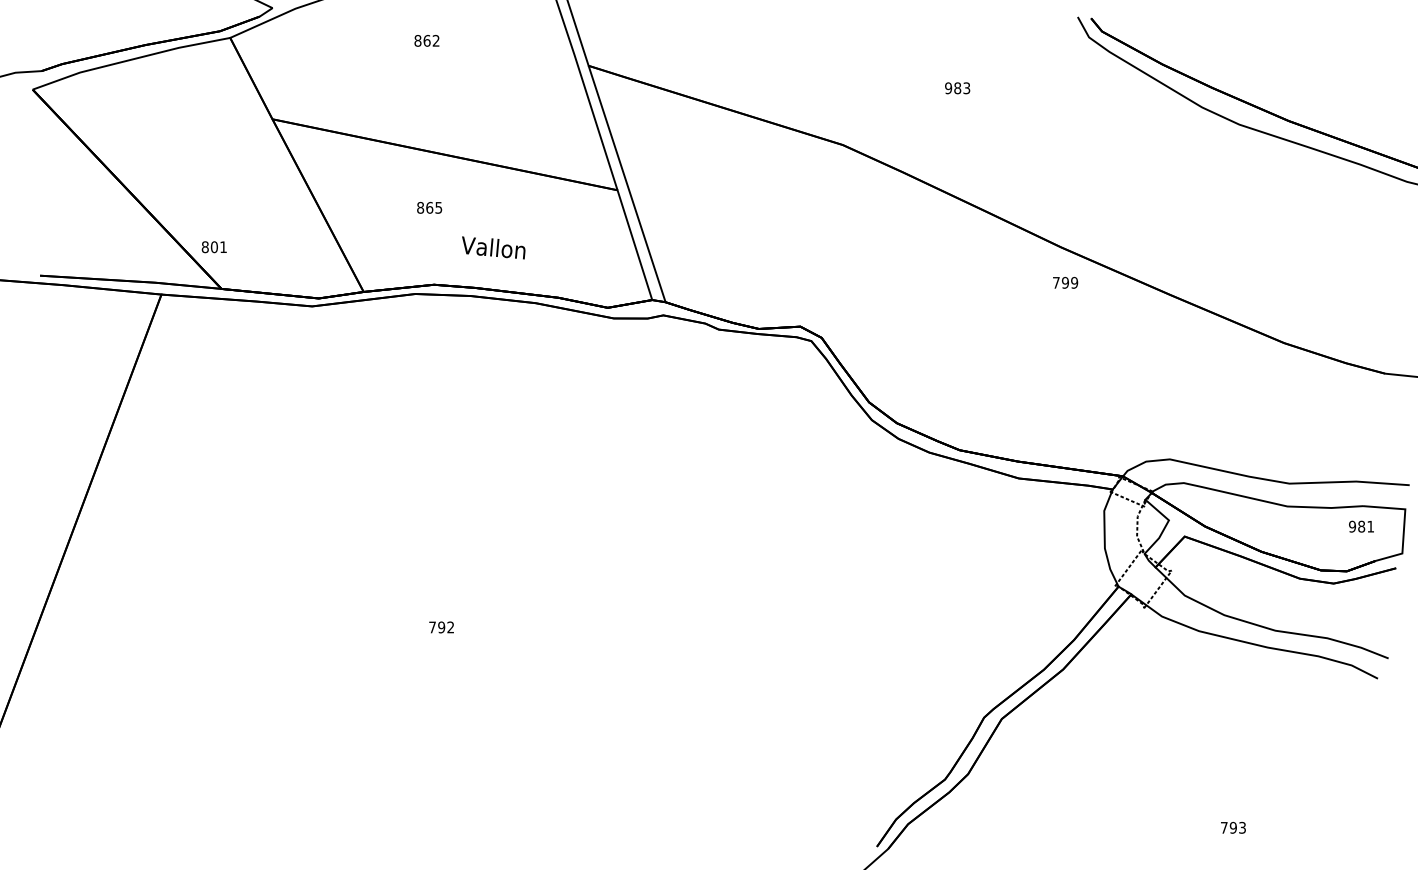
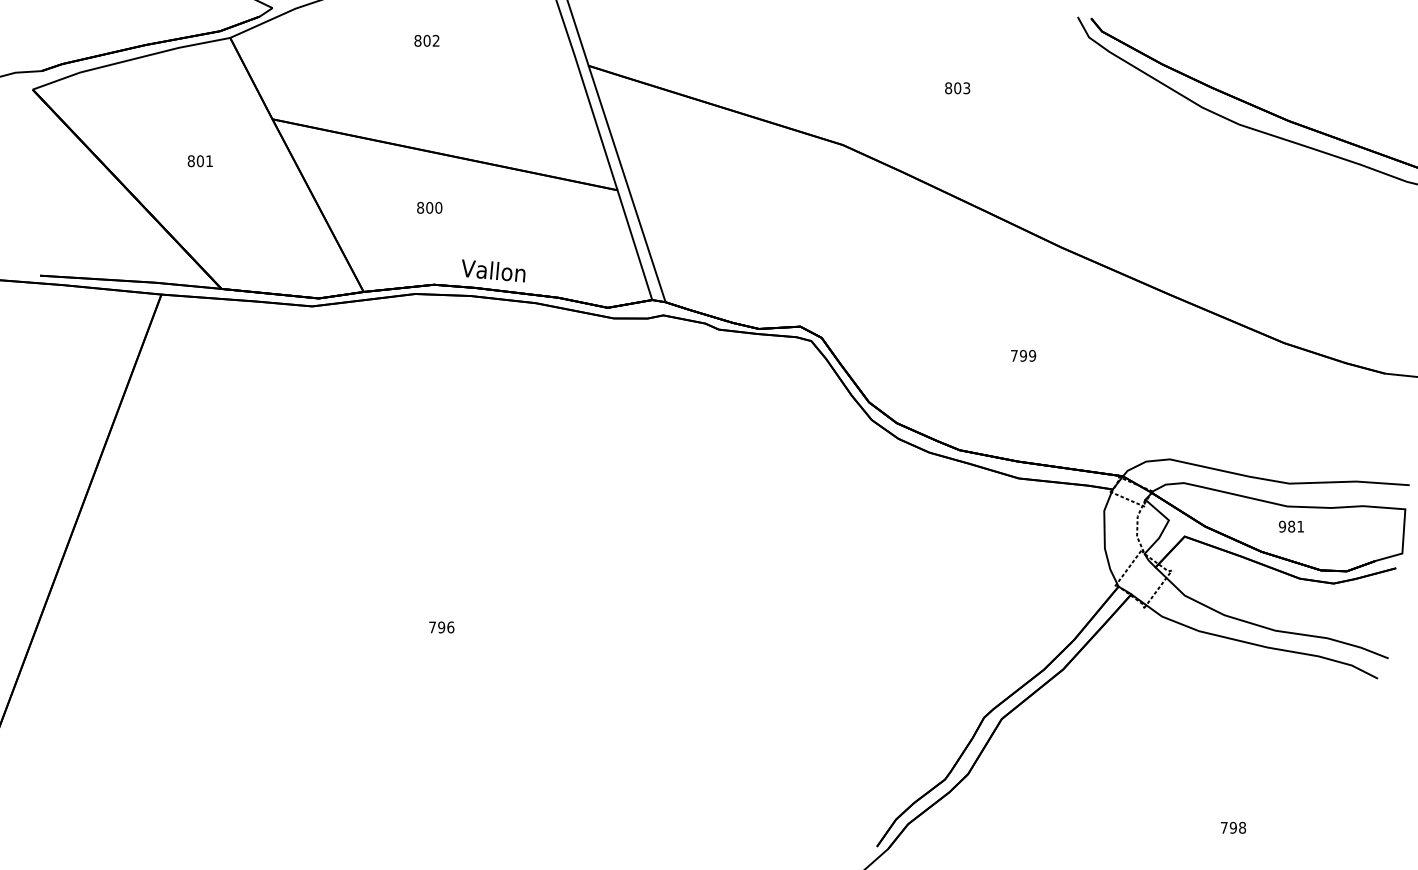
text at (426, 40): 862 -> 802
text at (953, 88): 983 -> 803
text at (434, 207): 865 -> 800
text at (213, 247) position: (213, 247) -> (199, 161)
text at (493, 247) position: (493, 247) -> (493, 270)
text at (1065, 282) position: (1065, 282) -> (1023, 355)
text at (1361, 526) position: (1361, 526) -> (1291, 526)
text at (450, 627): 792 -> 796
text at (1242, 827): 793 -> 798
